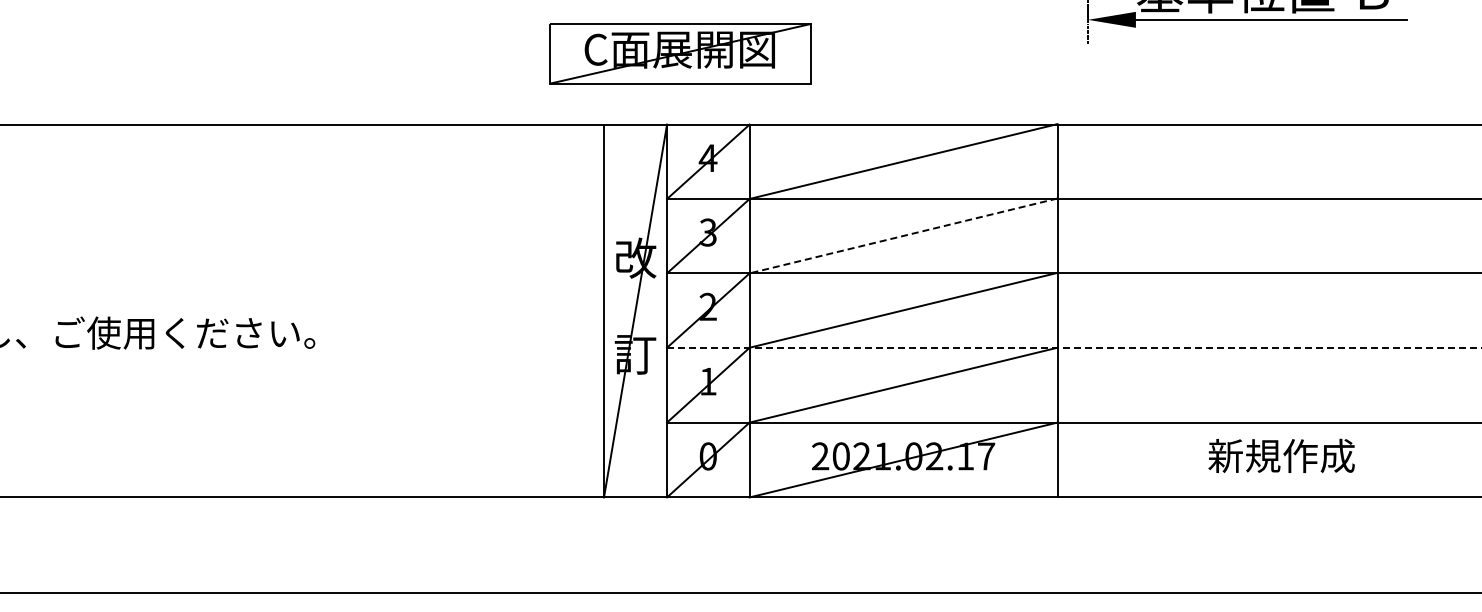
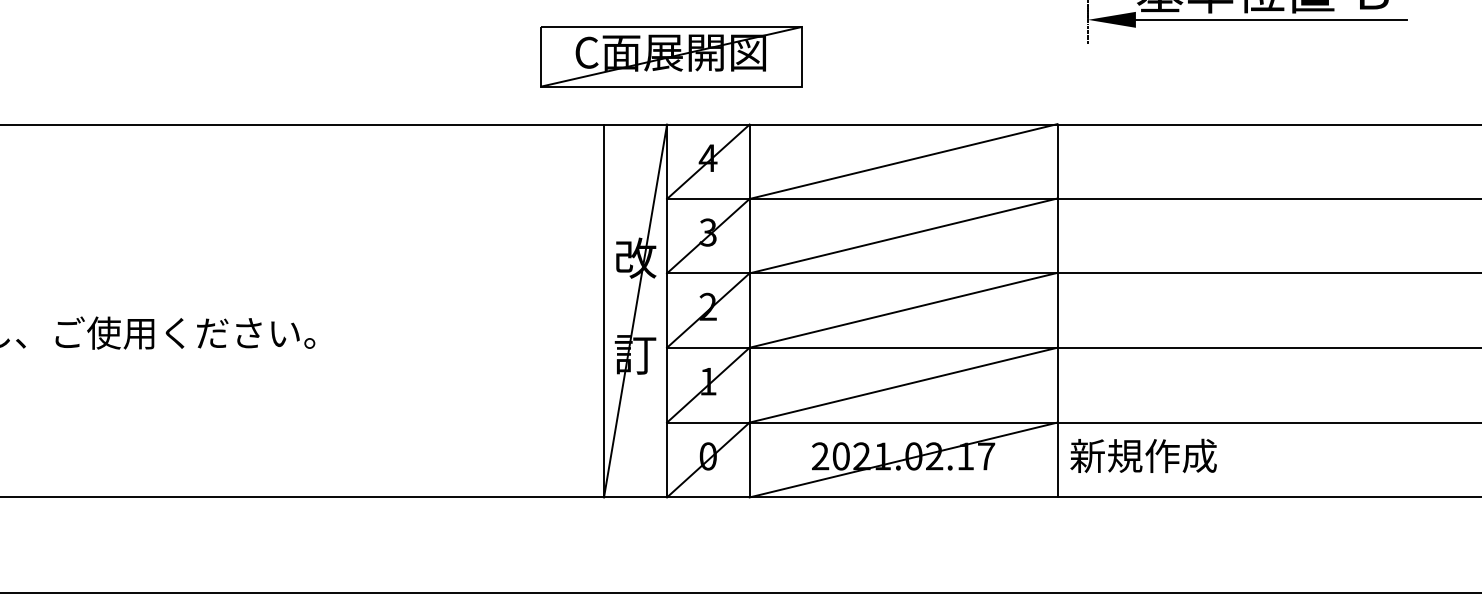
part at (680, 53) position: (680, 53) -> (671, 56)
line at (903, 236): dashed -> solid
line at (1074, 347): dashed -> solid
text at (1281, 455) position: (1281, 455) -> (1143, 455)
